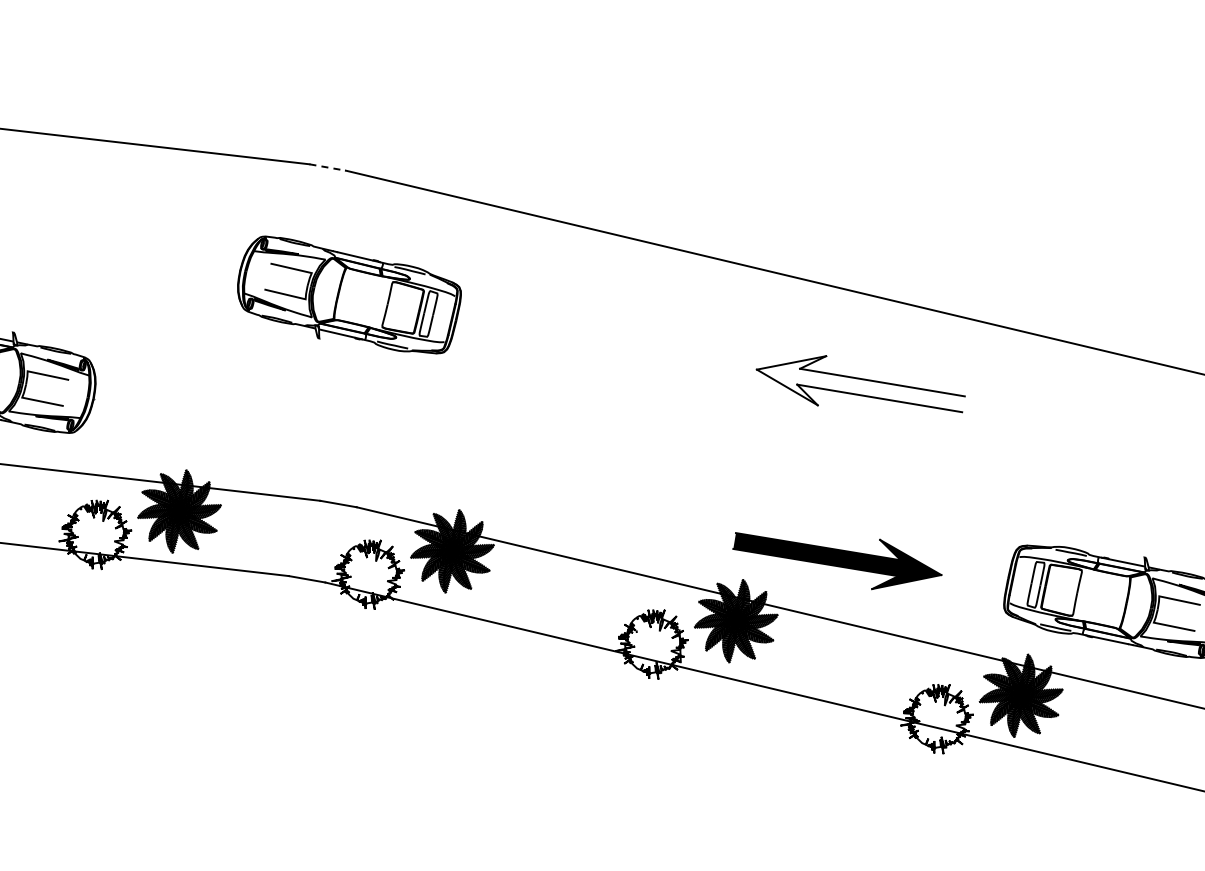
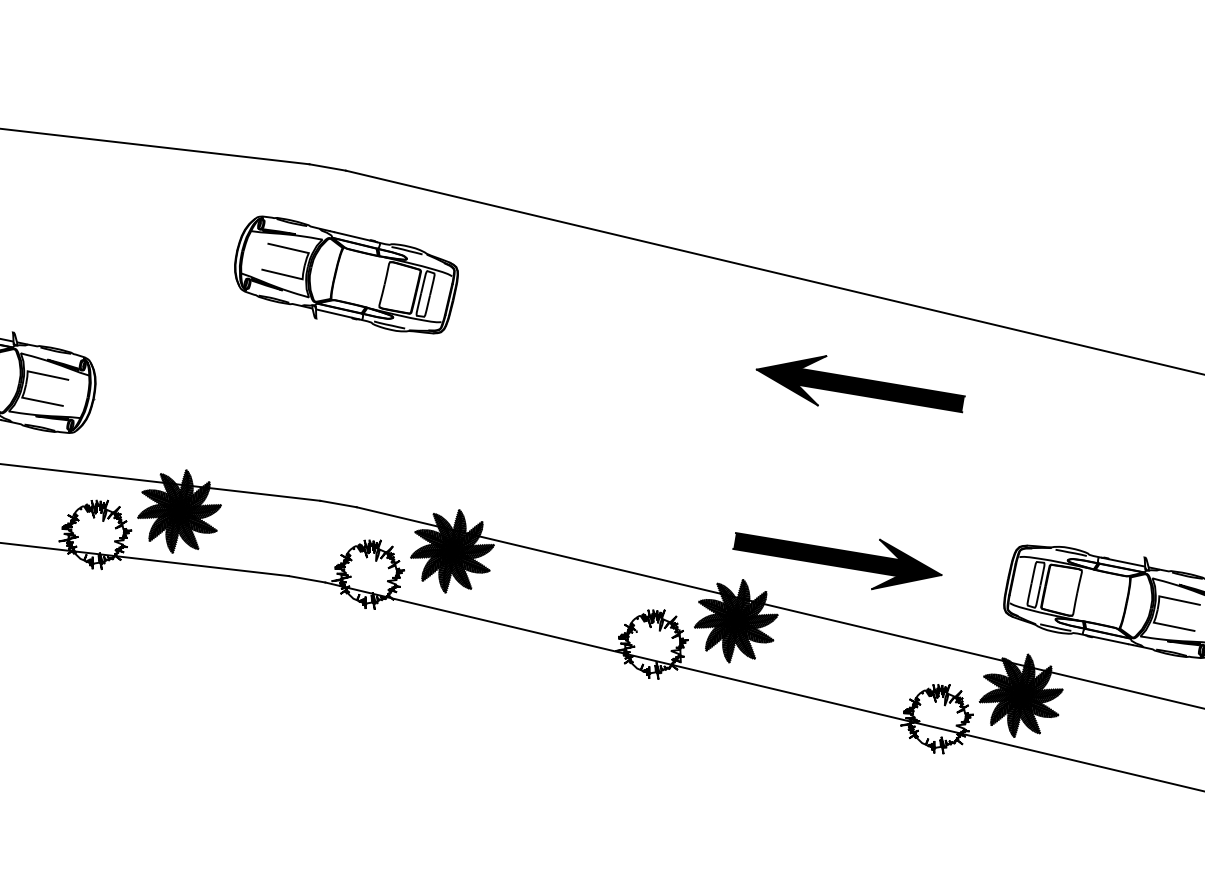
line at (327, 167): dashed -> solid
part at (349, 294) position: (349, 294) -> (346, 274)
fill at (860, 384): none -> present
